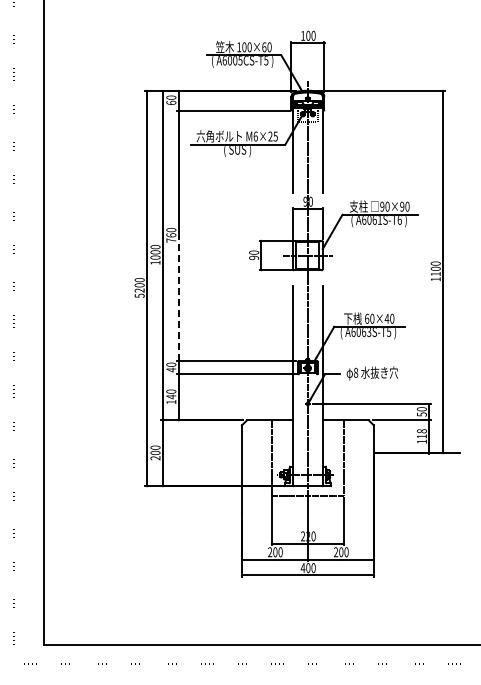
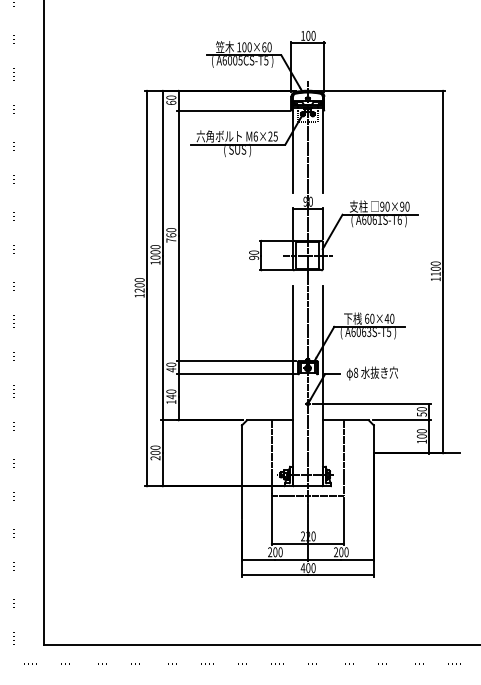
text at (139, 295): 5200 -> 1200
line at (178, 298): dashed -> solid
text at (421, 433): 118 -> 100
